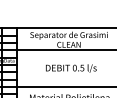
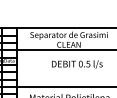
text at (71, 68) position: (71, 68) -> (77, 64)
